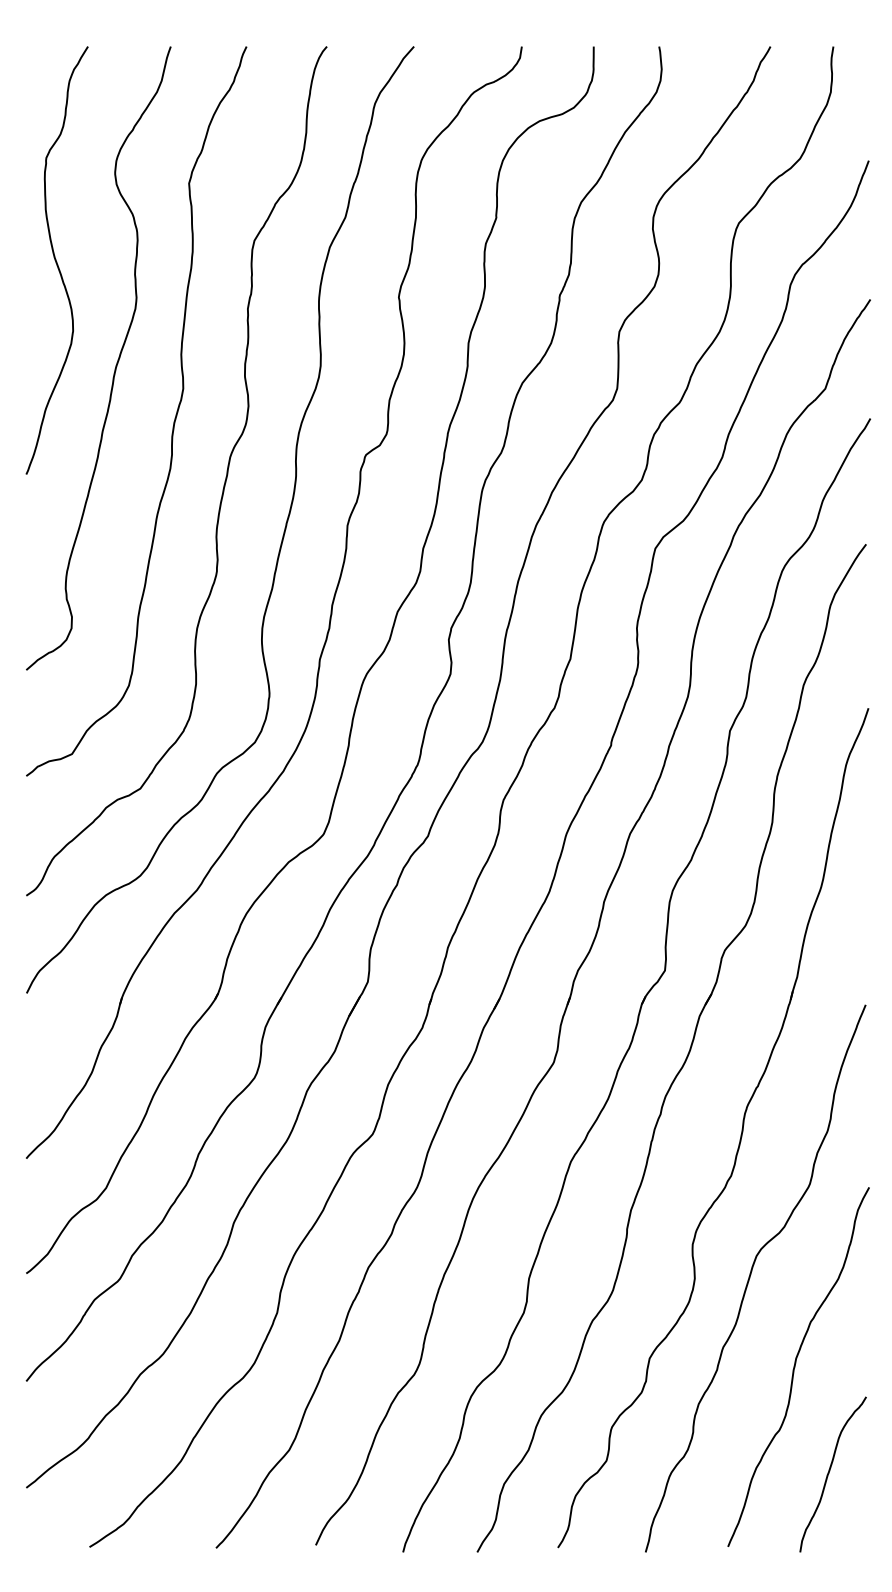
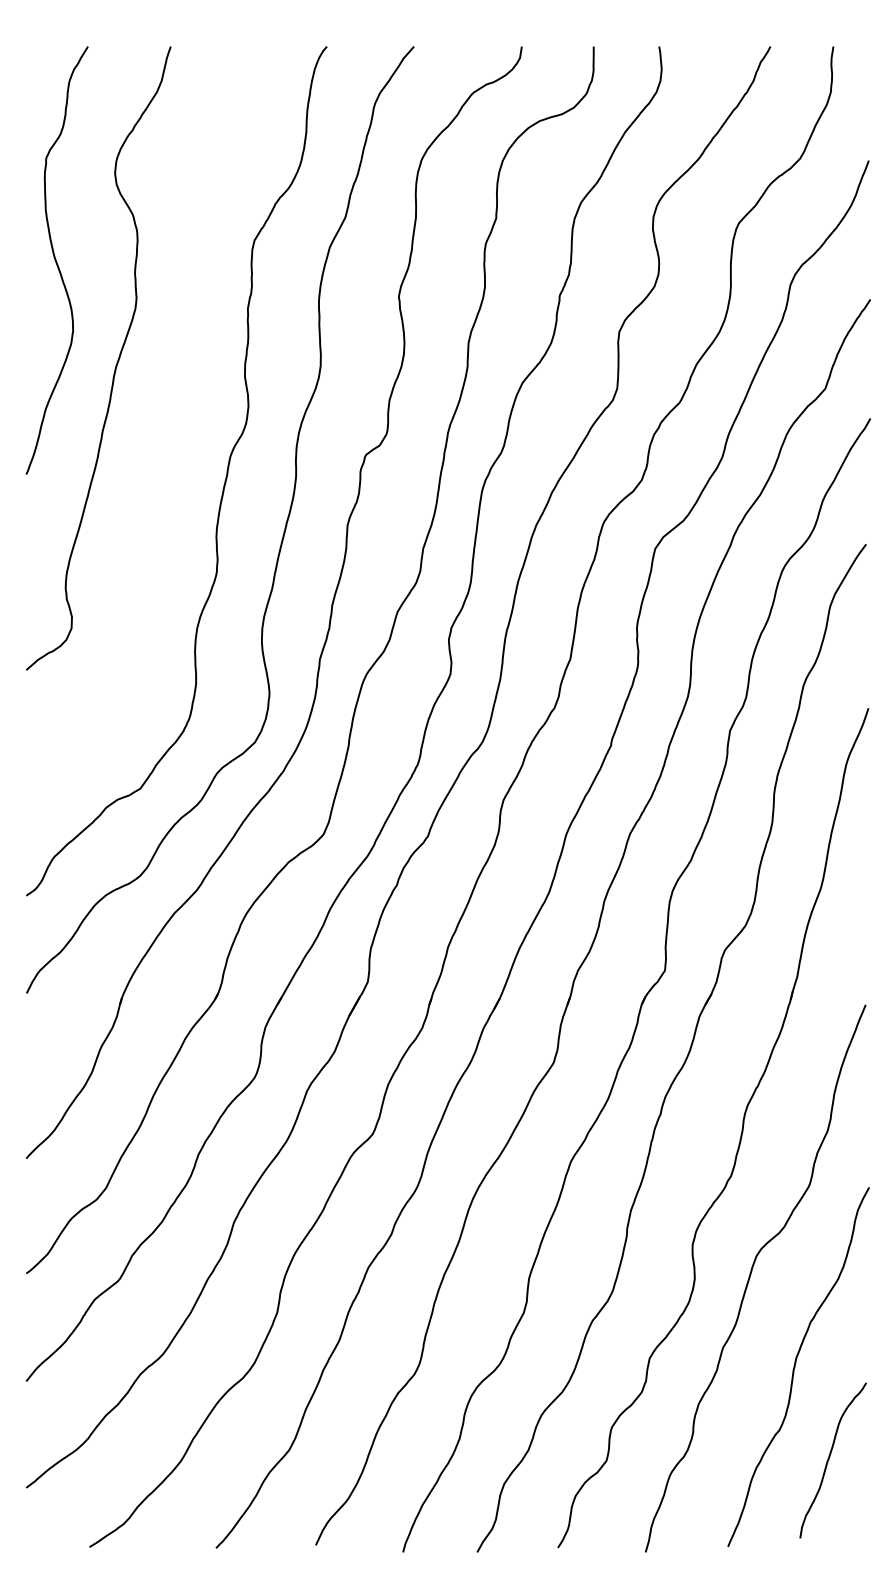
curve at (173, 421): present -> none
curve at (829, 1473) position: (829, 1473) -> (829, 1459)
